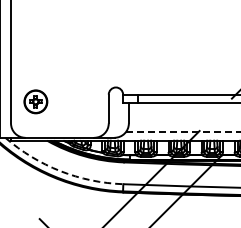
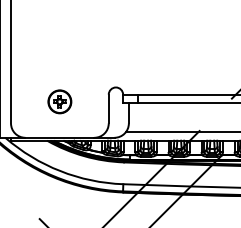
part at (35, 101) position: (35, 101) -> (59, 101)
line at (183, 132): dashed -> solid
arc at (60, 171): dashed -> solid
